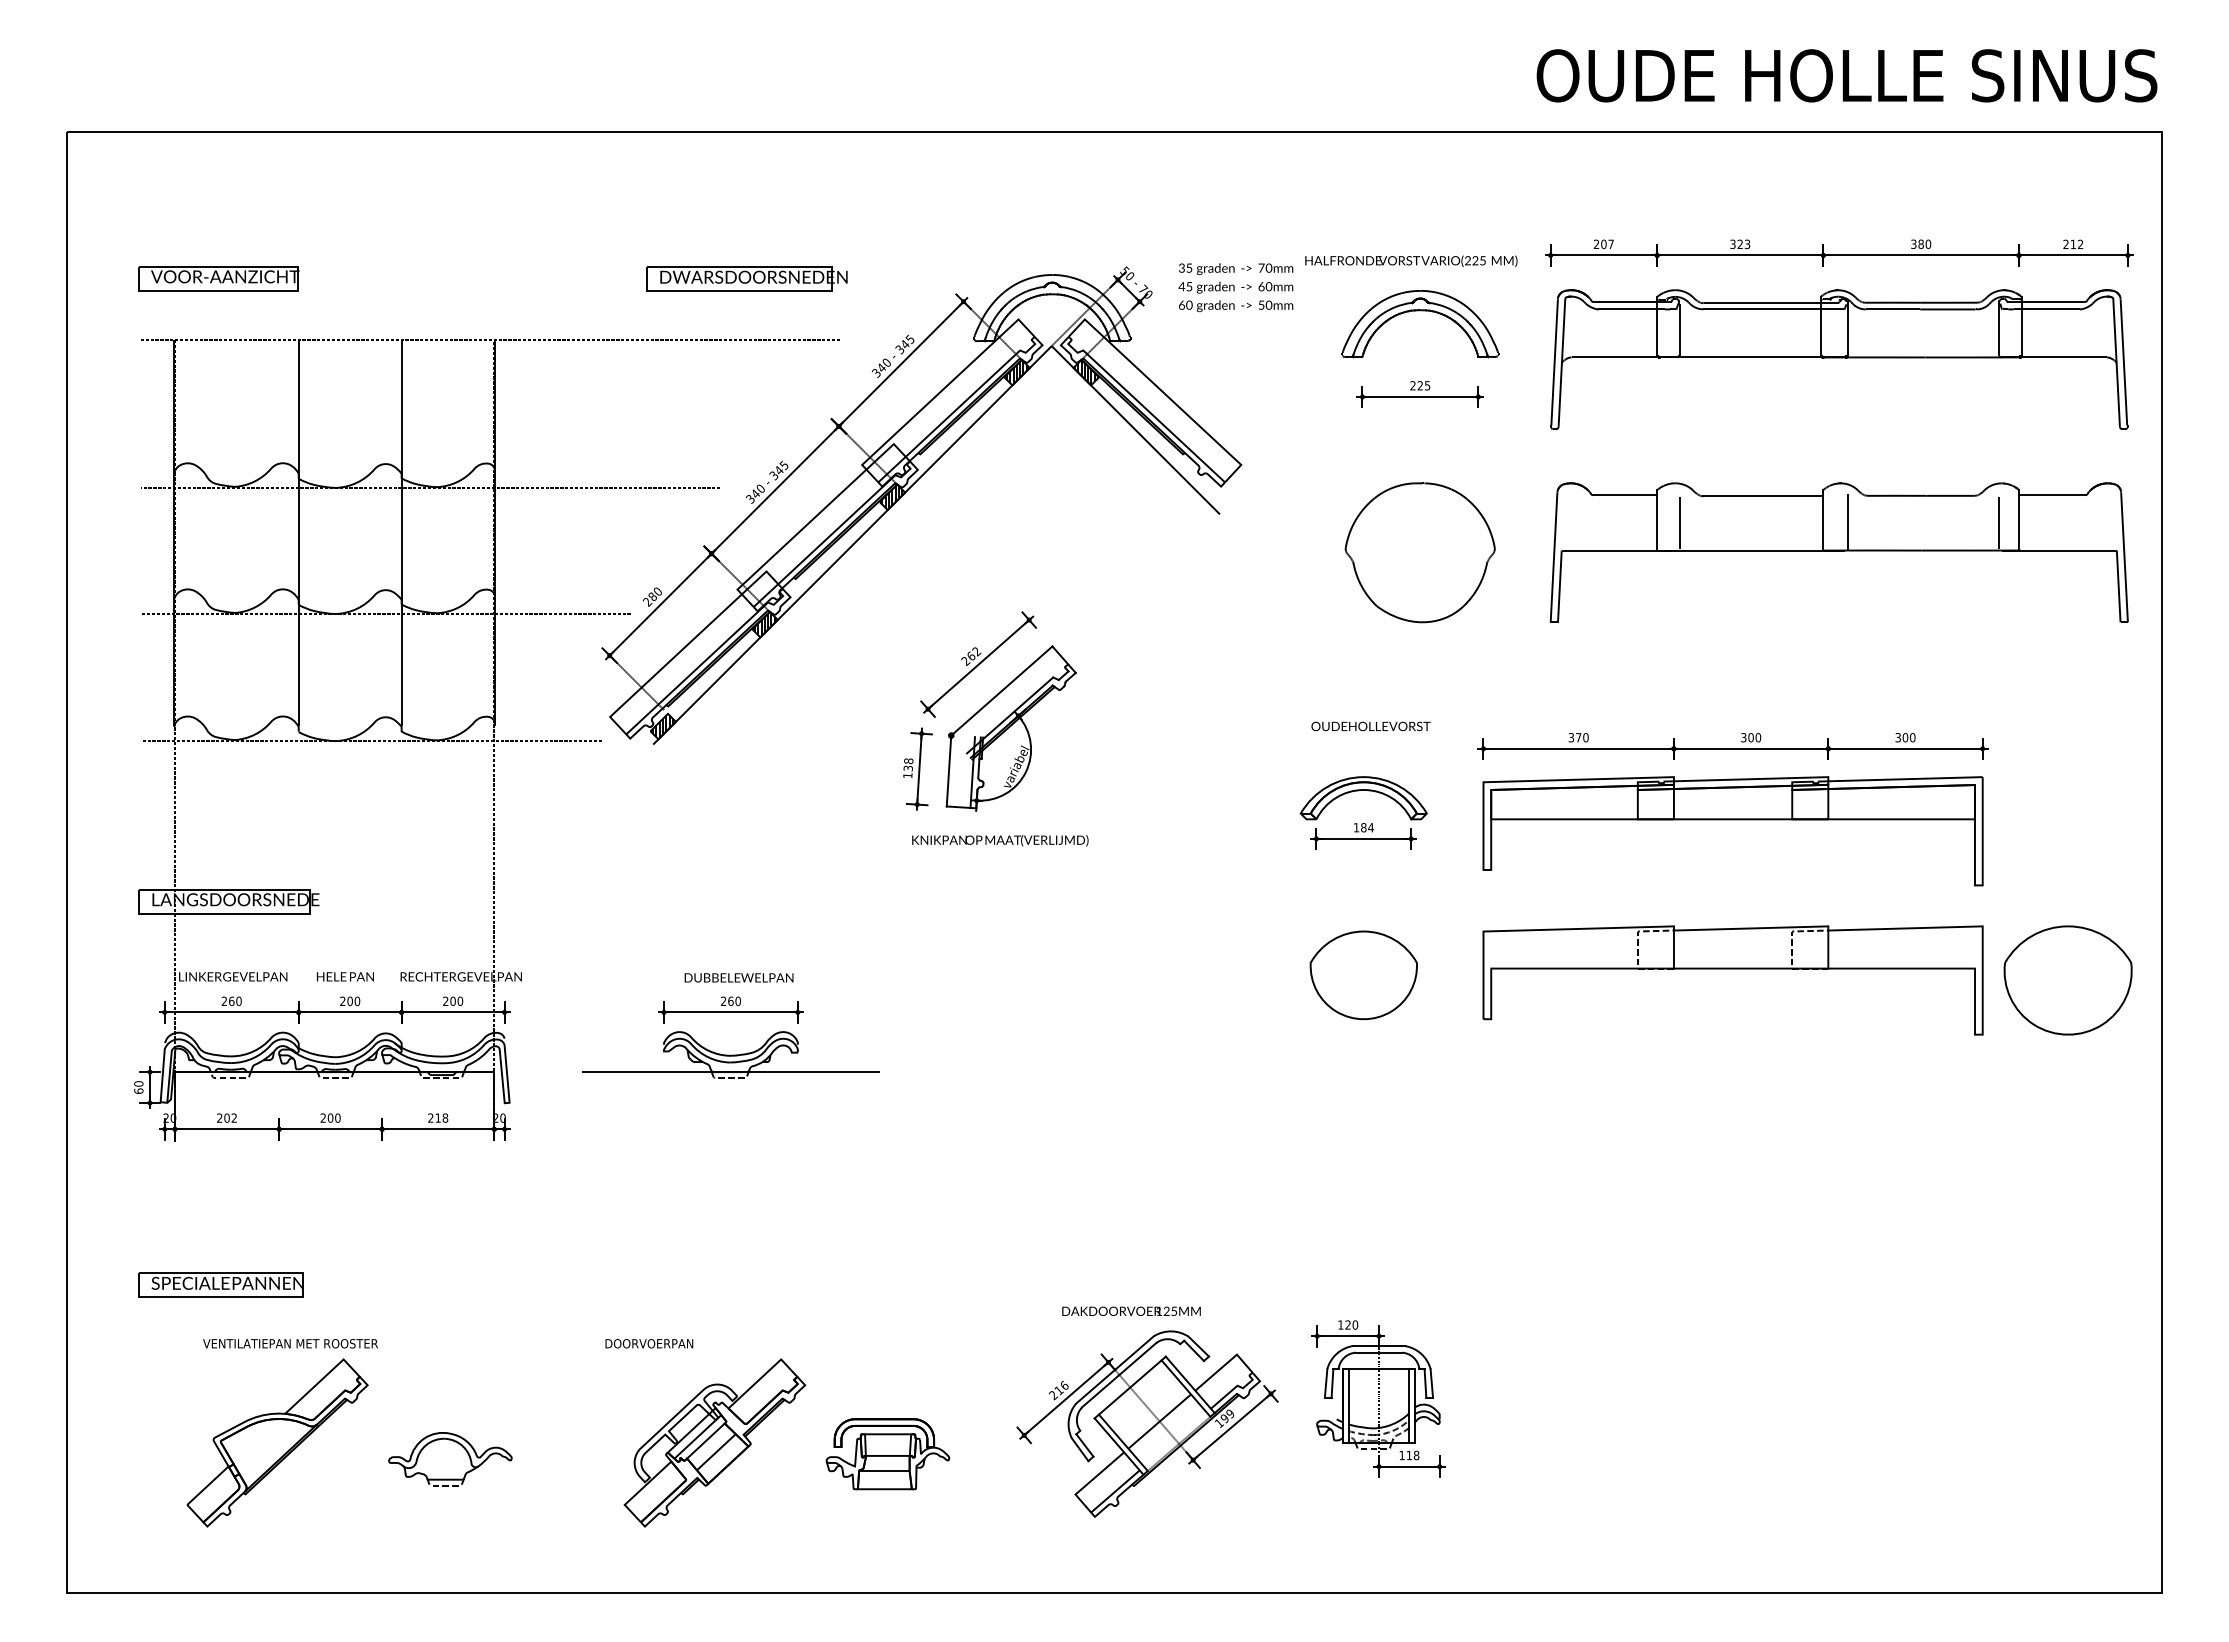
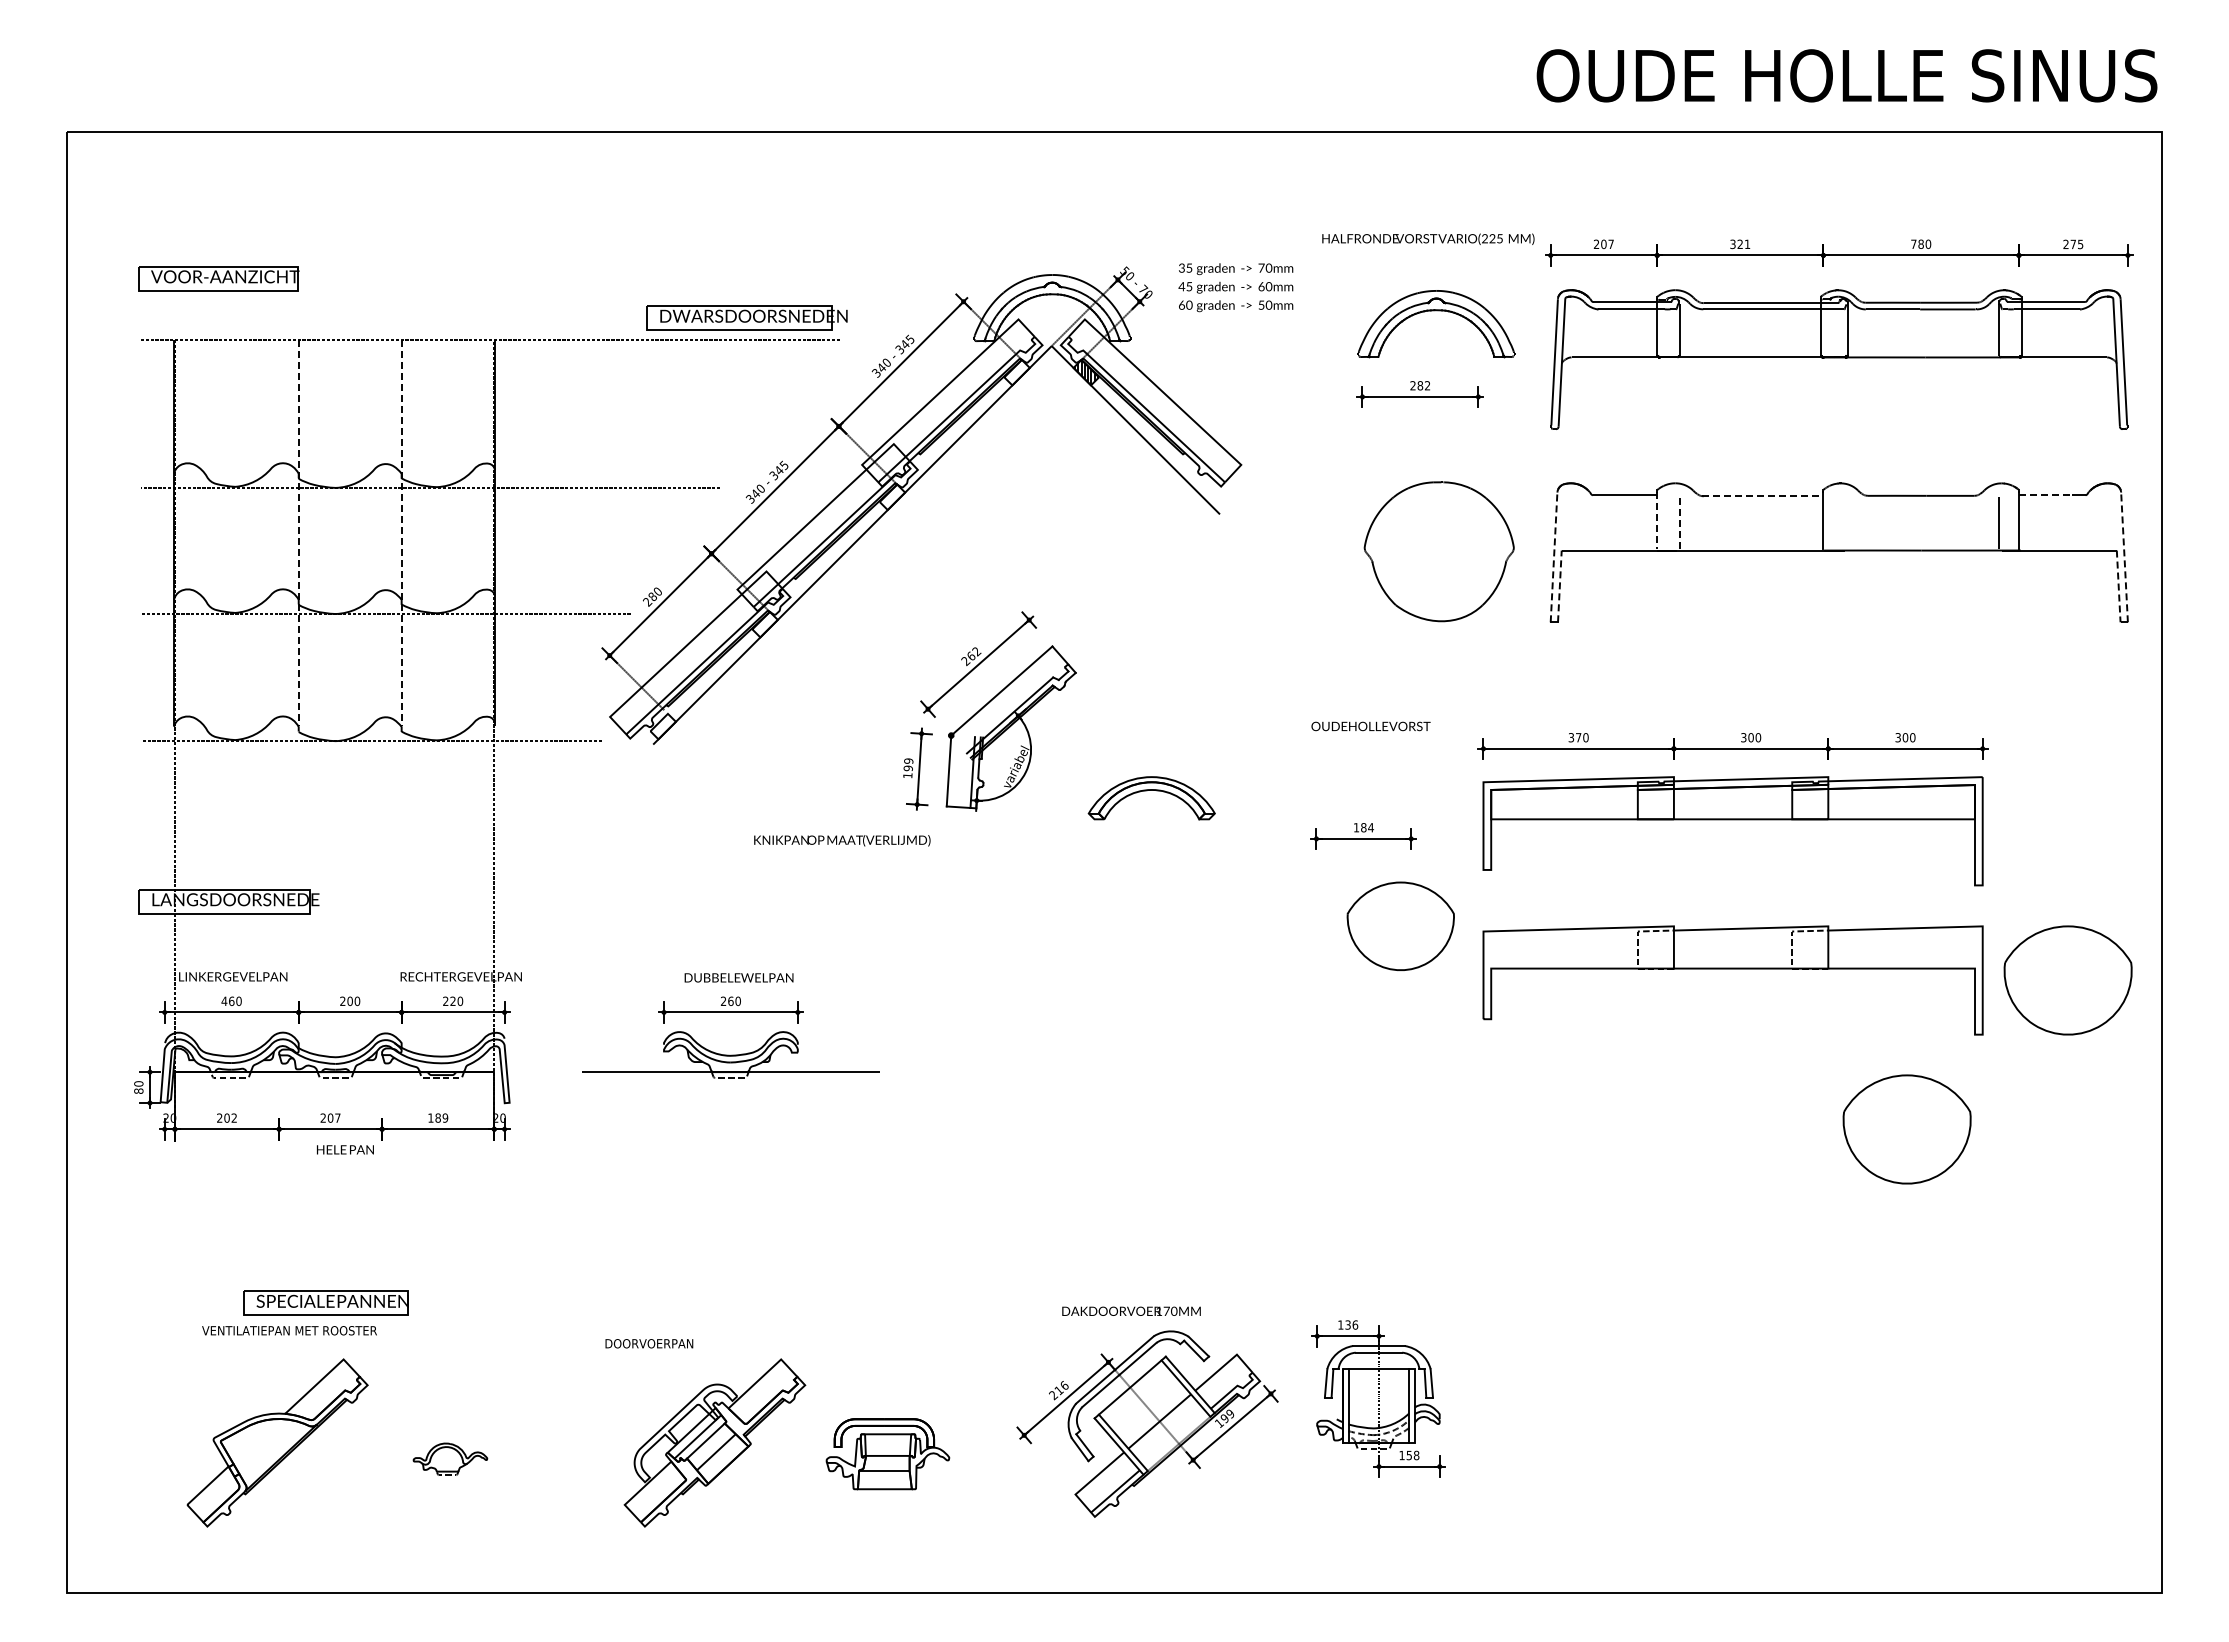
text at (1913, 243): 380 -> 780
text at (1747, 244): 323 -> 321
text at (2076, 244): 212 -> 275
text at (1411, 260) position: (1411, 260) -> (1428, 238)
part at (746, 278) position: (746, 278) -> (746, 317)
part at (1420, 311) position: (1420, 311) -> (1436, 311)
hatch at (1016, 372): present -> none
text at (1423, 385): 225 -> 282
line at (2045, 495): solid -> dashed
line at (1763, 496): solid -> dashed
hatch at (892, 497): present -> none
line at (1657, 521): solid -> dashed
line at (1679, 522): solid -> dashed
line at (1847, 522): present -> none
line at (298, 533): solid -> dashed
line at (401, 533): solid -> dashed
part at (1419, 552) position: (1419, 552) -> (1438, 551)
line at (1554, 557): solid -> dashed
line at (2124, 557): solid -> dashed
line at (1559, 586): solid -> dashed
line at (2118, 586): solid -> dashed
hatch at (764, 624): present -> none
hatch at (662, 726): present -> none
text at (908, 764): 138 -> 199
part at (1363, 790) position: (1363, 790) -> (1151, 790)
text at (1000, 840) position: (1000, 840) -> (842, 840)
part at (1363, 974) position: (1363, 974) -> (1400, 925)
text at (345, 976) position: (345, 976) -> (345, 1149)
text at (224, 1000): 260 -> 460
text at (452, 1001): 200 -> 220
text at (138, 1090): 60 -> 80
text at (337, 1117): 200 -> 207
text at (438, 1117): 218 -> 189
part at (1906, 1129): none -> present
part at (220, 1284) position: (220, 1284) -> (325, 1302)
text at (1170, 1310): 125MM -> 170MM
text at (1351, 1324): 120 -> 136
text at (290, 1343) position: (290, 1343) -> (289, 1330)
text at (1408, 1455): 118 -> 158
part at (450, 1459) size: 125x55 px -> 77x34 px
